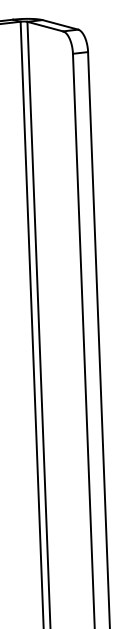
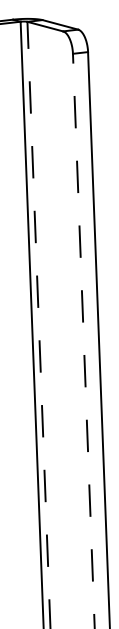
line at (38, 324): solid -> dashed
line at (83, 340): solid -> dashed
